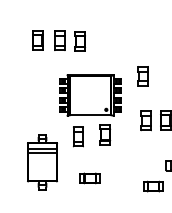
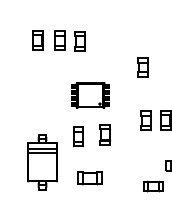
part at (142, 76) position: (142, 76) -> (142, 67)
part at (90, 95) size: 63x43 px -> 39x27 px
part at (89, 178) size: 22x13 px -> 26x15 px
